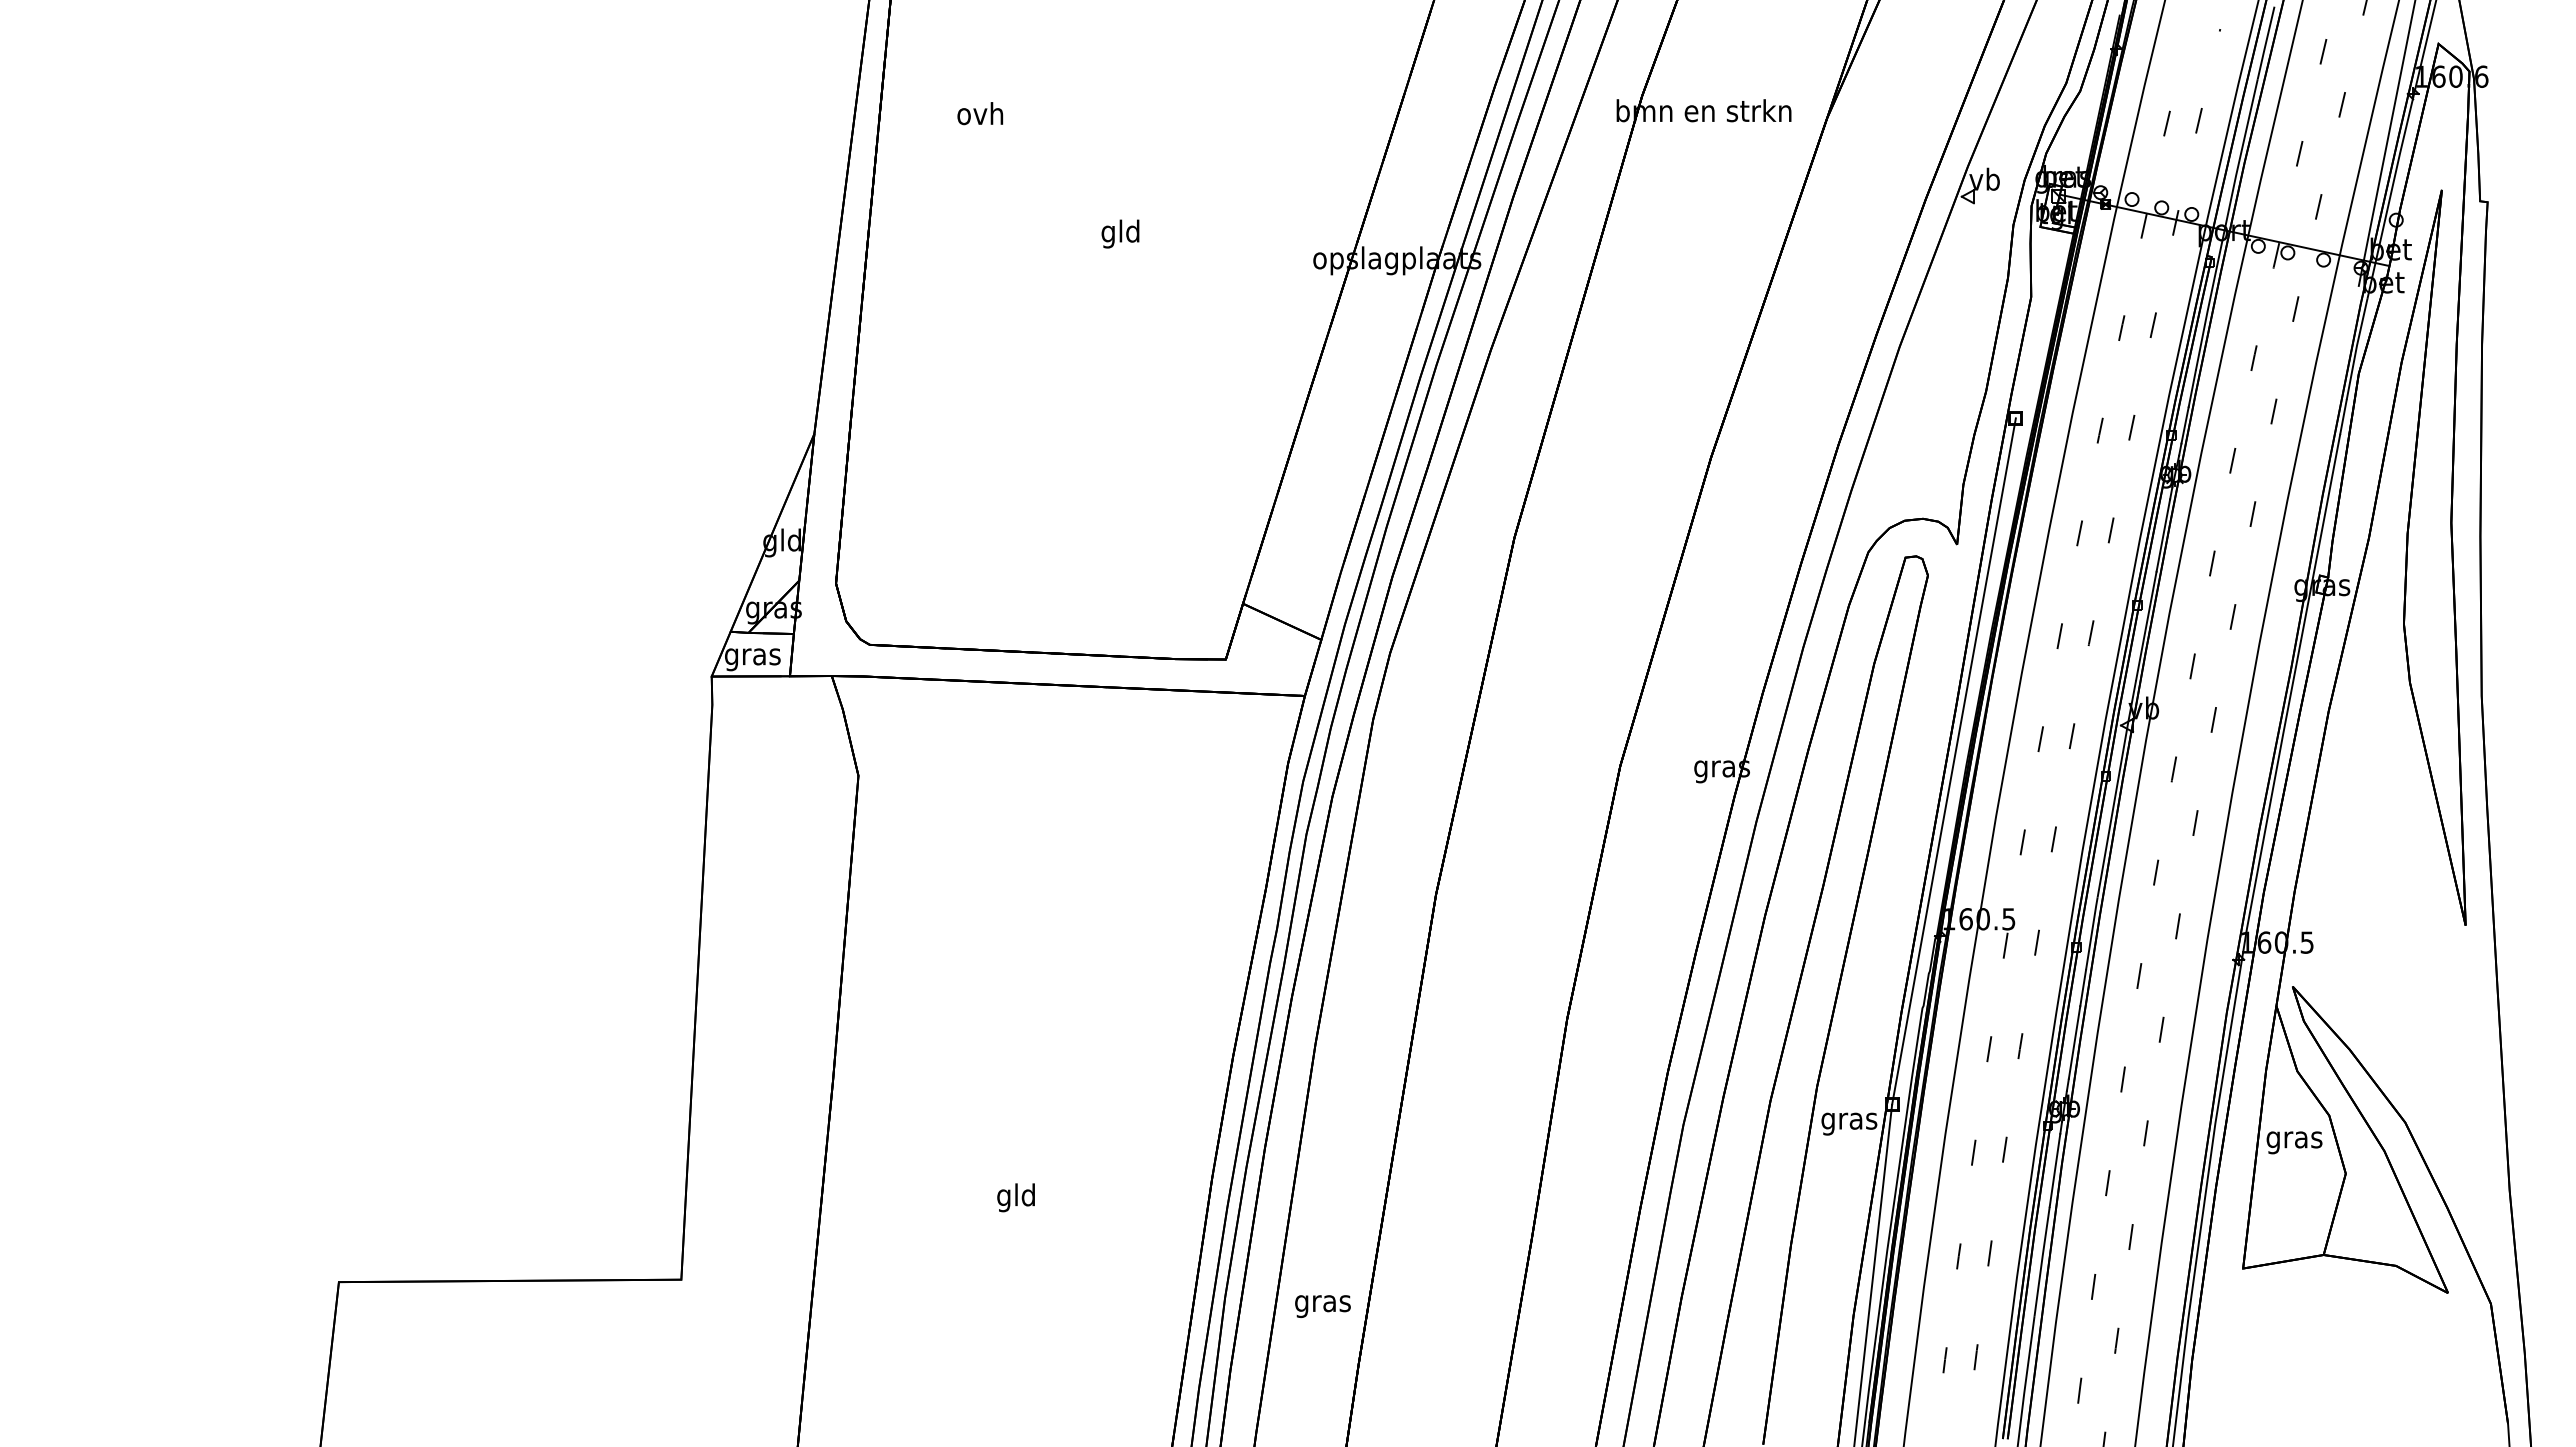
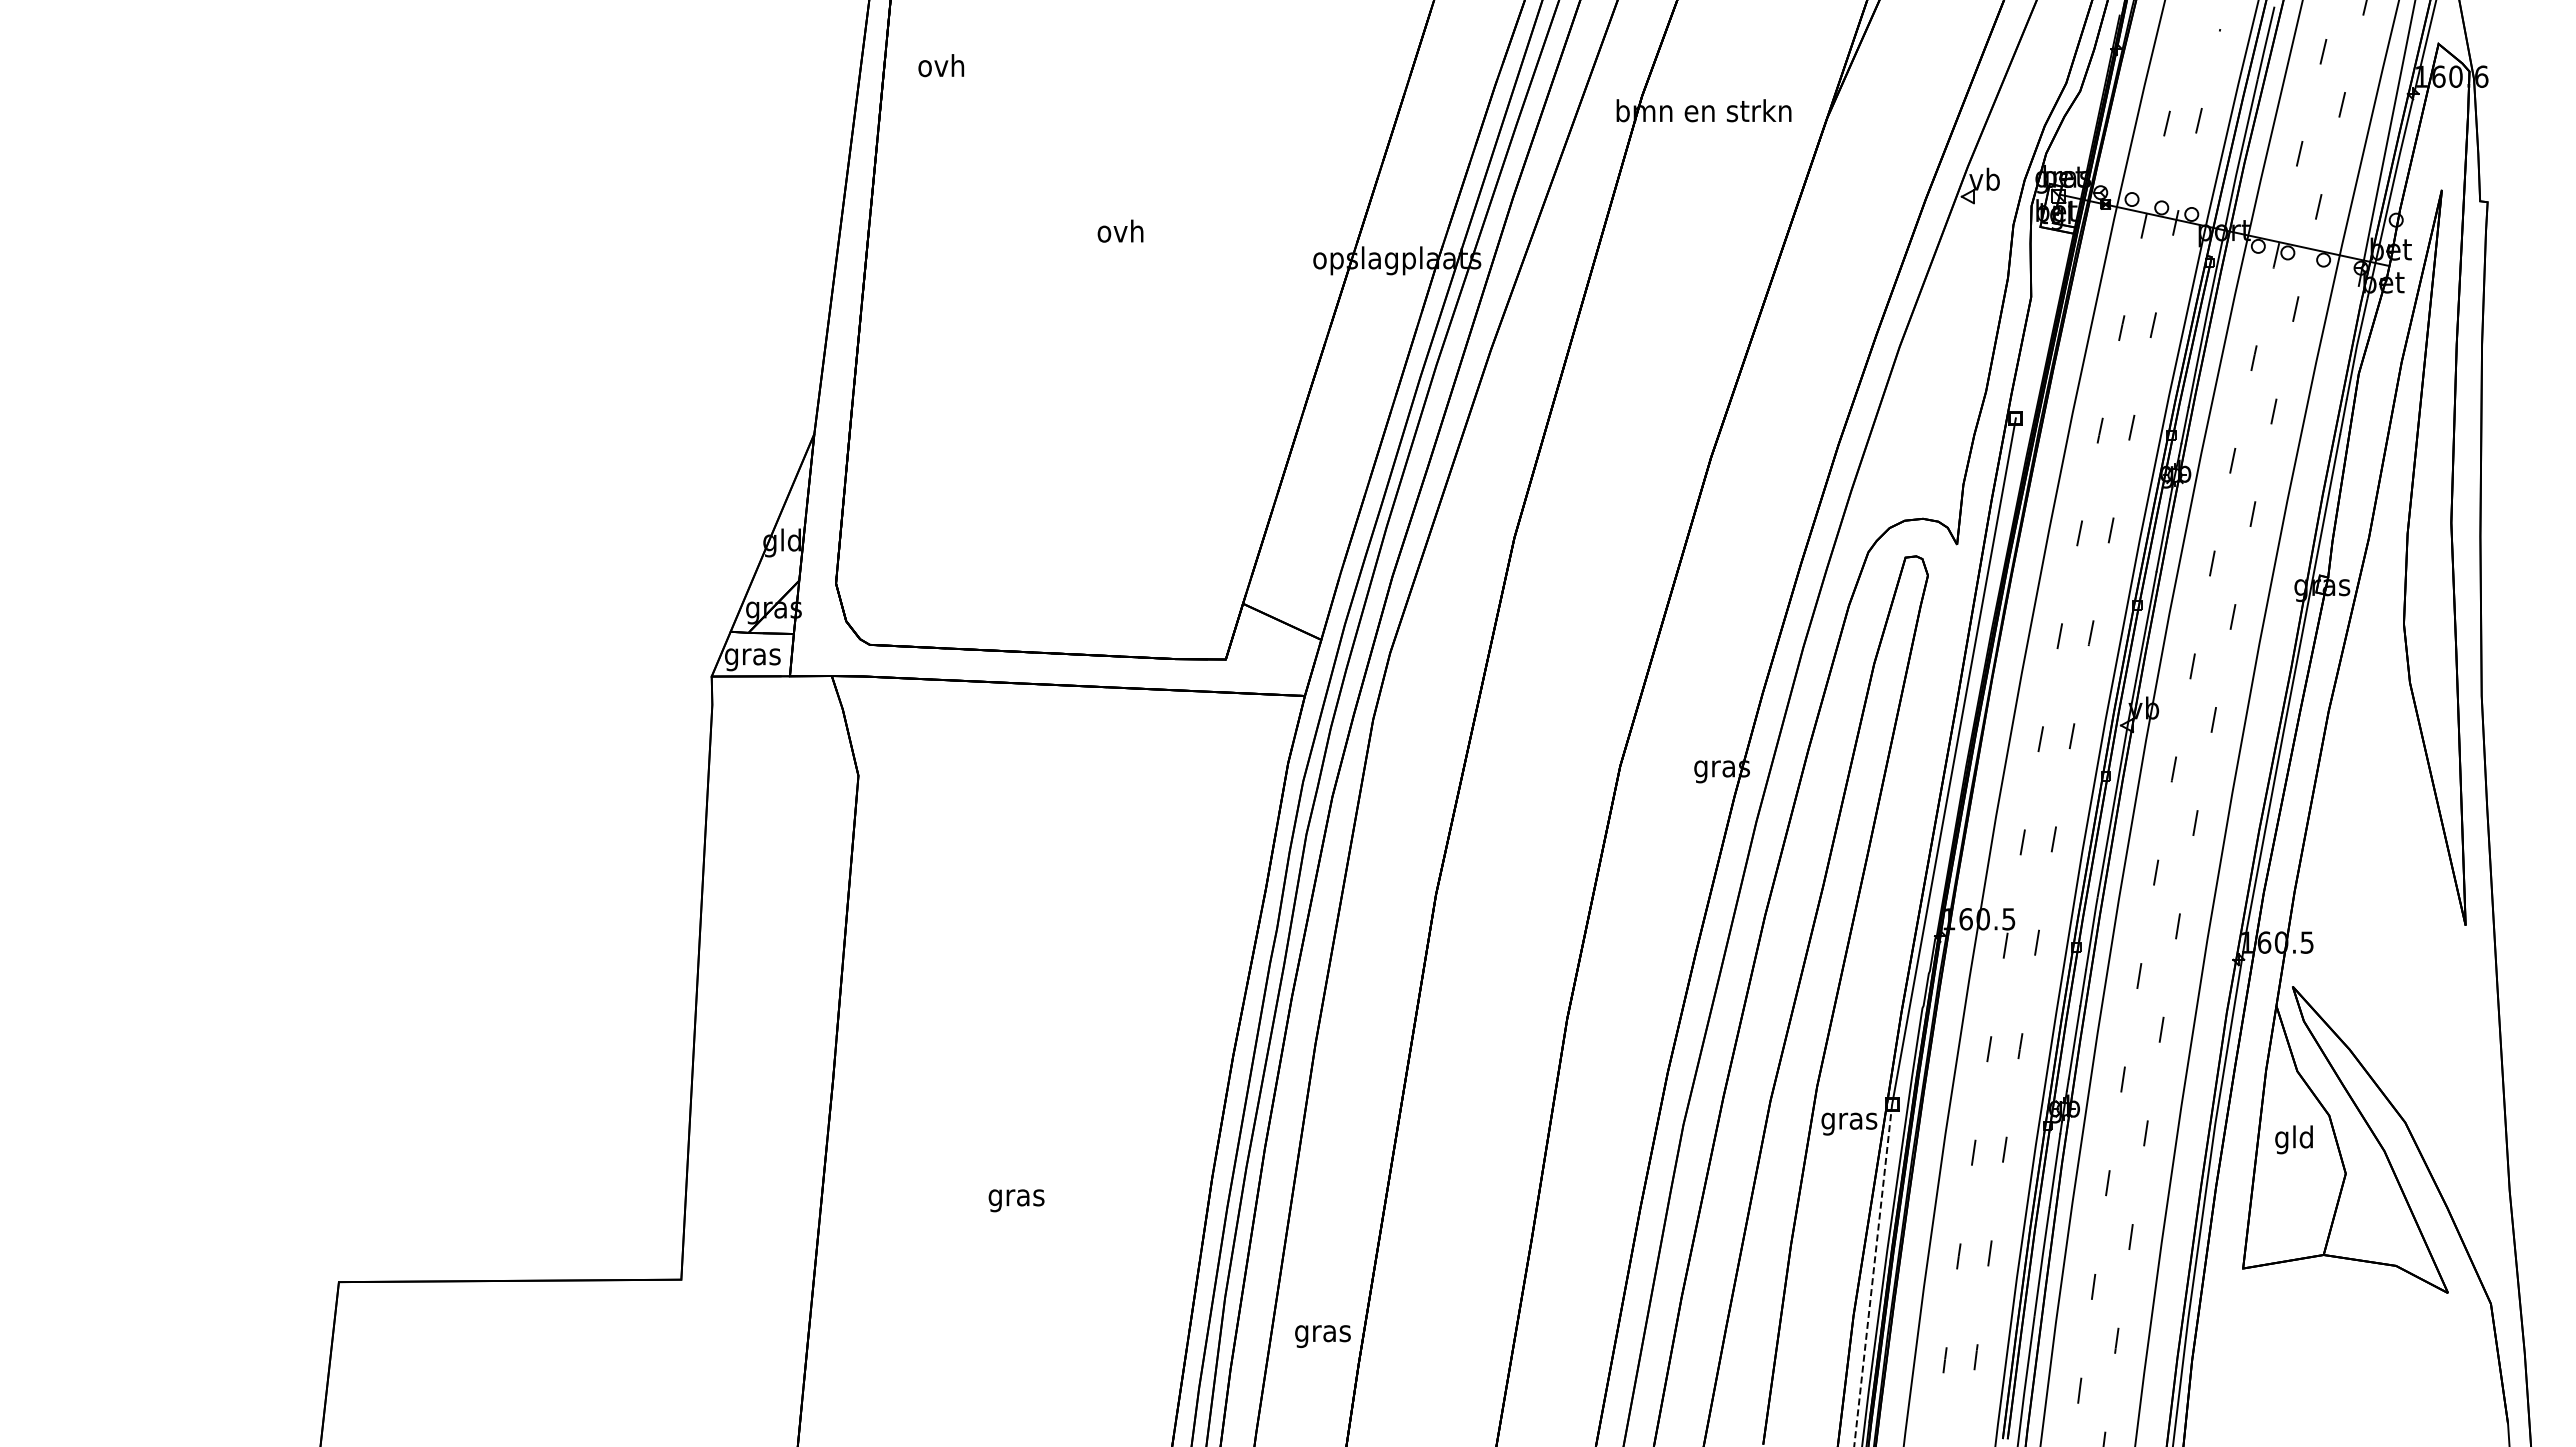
text at (980, 113) position: (980, 113) -> (941, 65)
text at (1120, 233): gld -> ovh
text at (2294, 1139): gras -> gld
text at (1016, 1197): gld -> gras
line at (1873, 1275): solid -> dashed
text at (1322, 1306) position: (1322, 1306) -> (1322, 1336)
